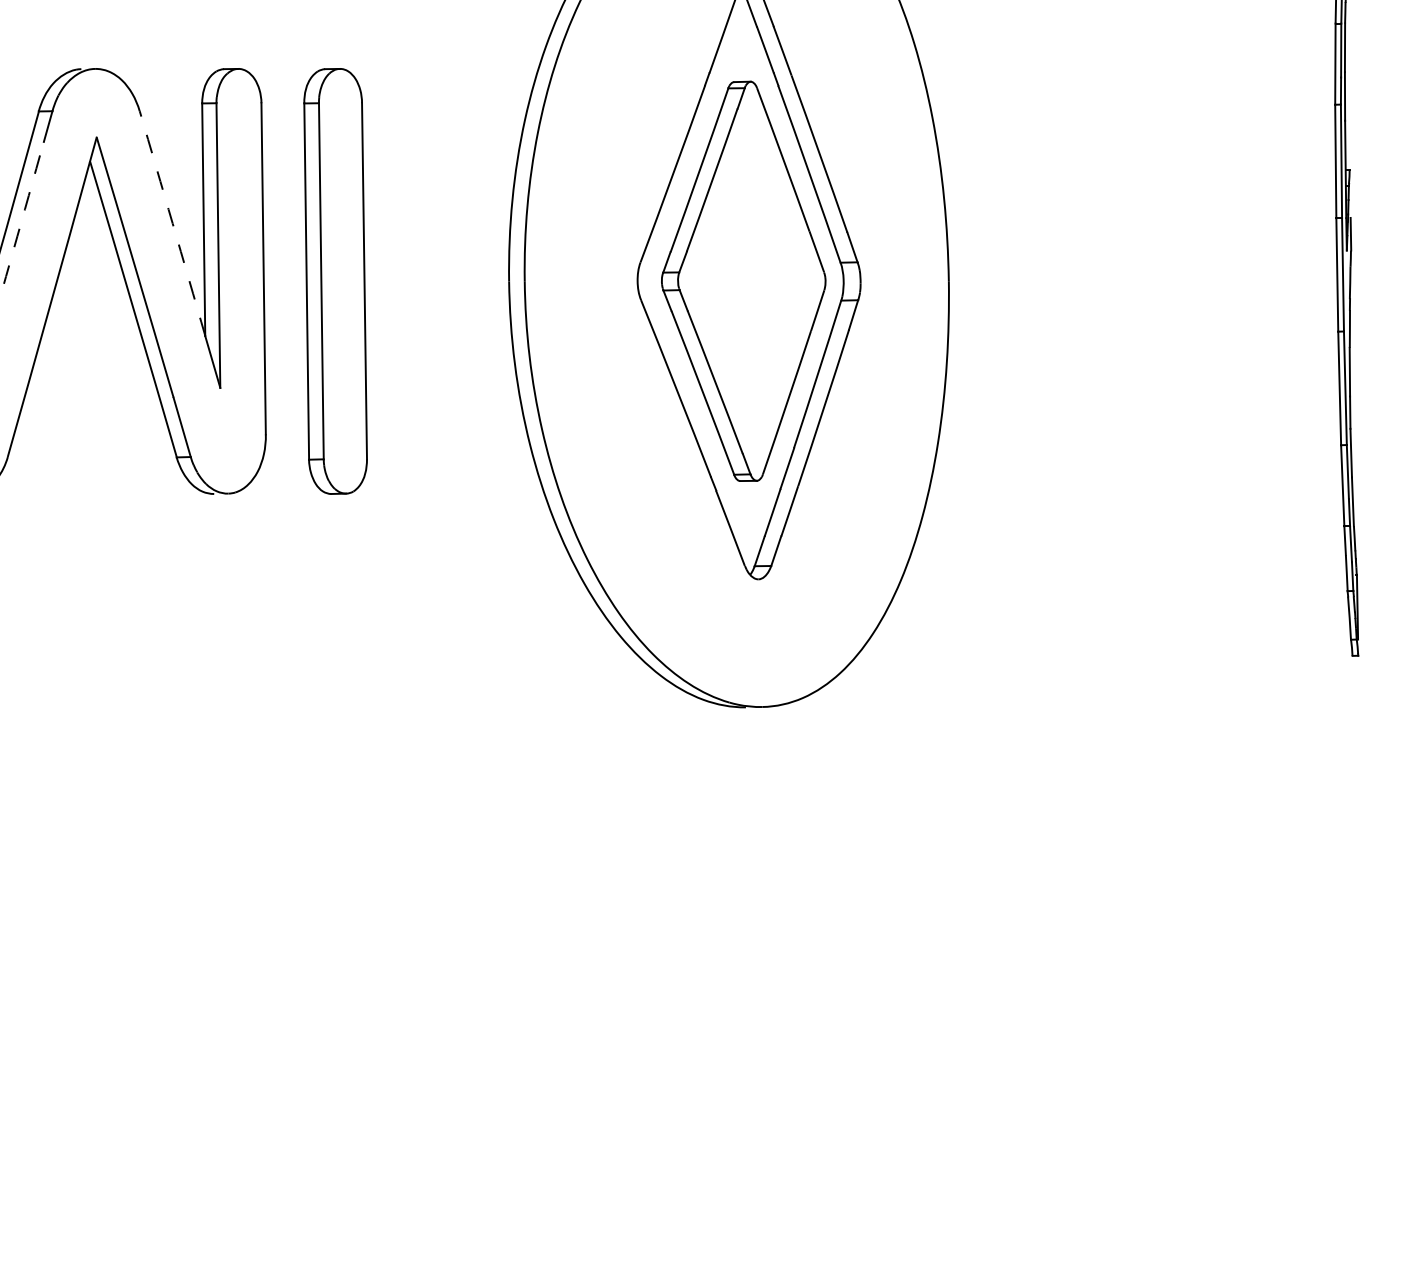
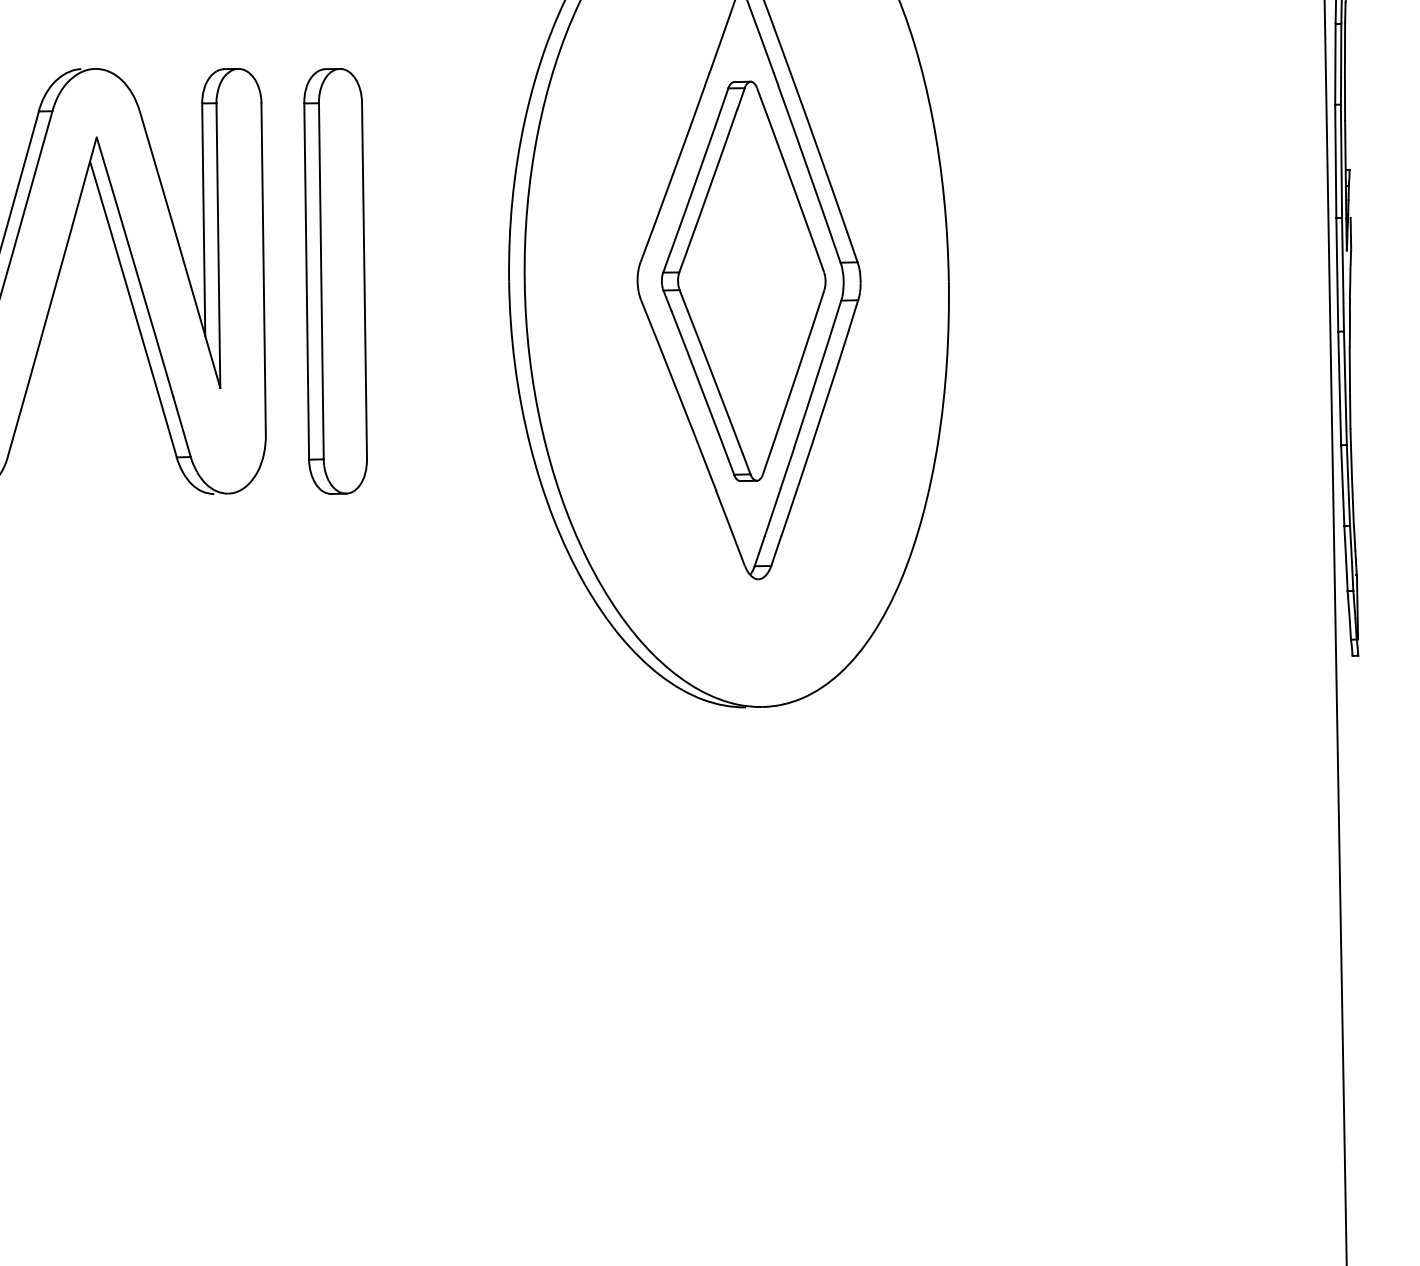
arc at (22, 219): dashed -> solid
arc at (172, 223): dashed -> solid
line at (1335, 632): none -> present
